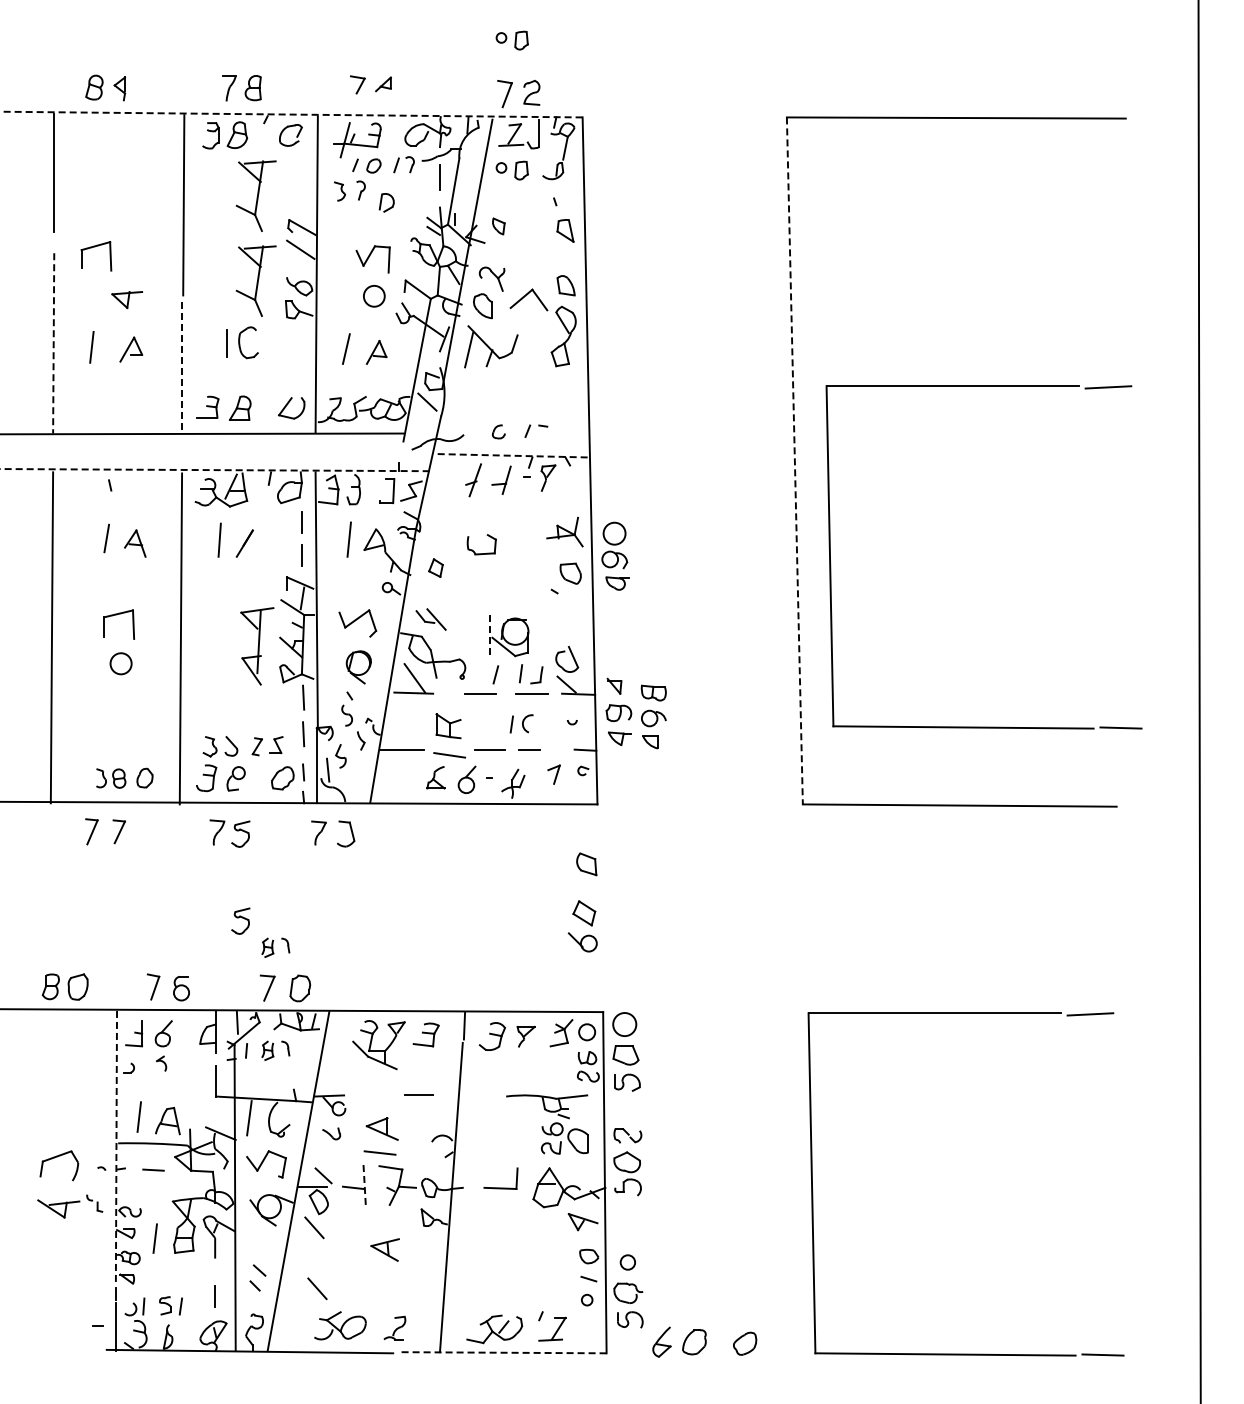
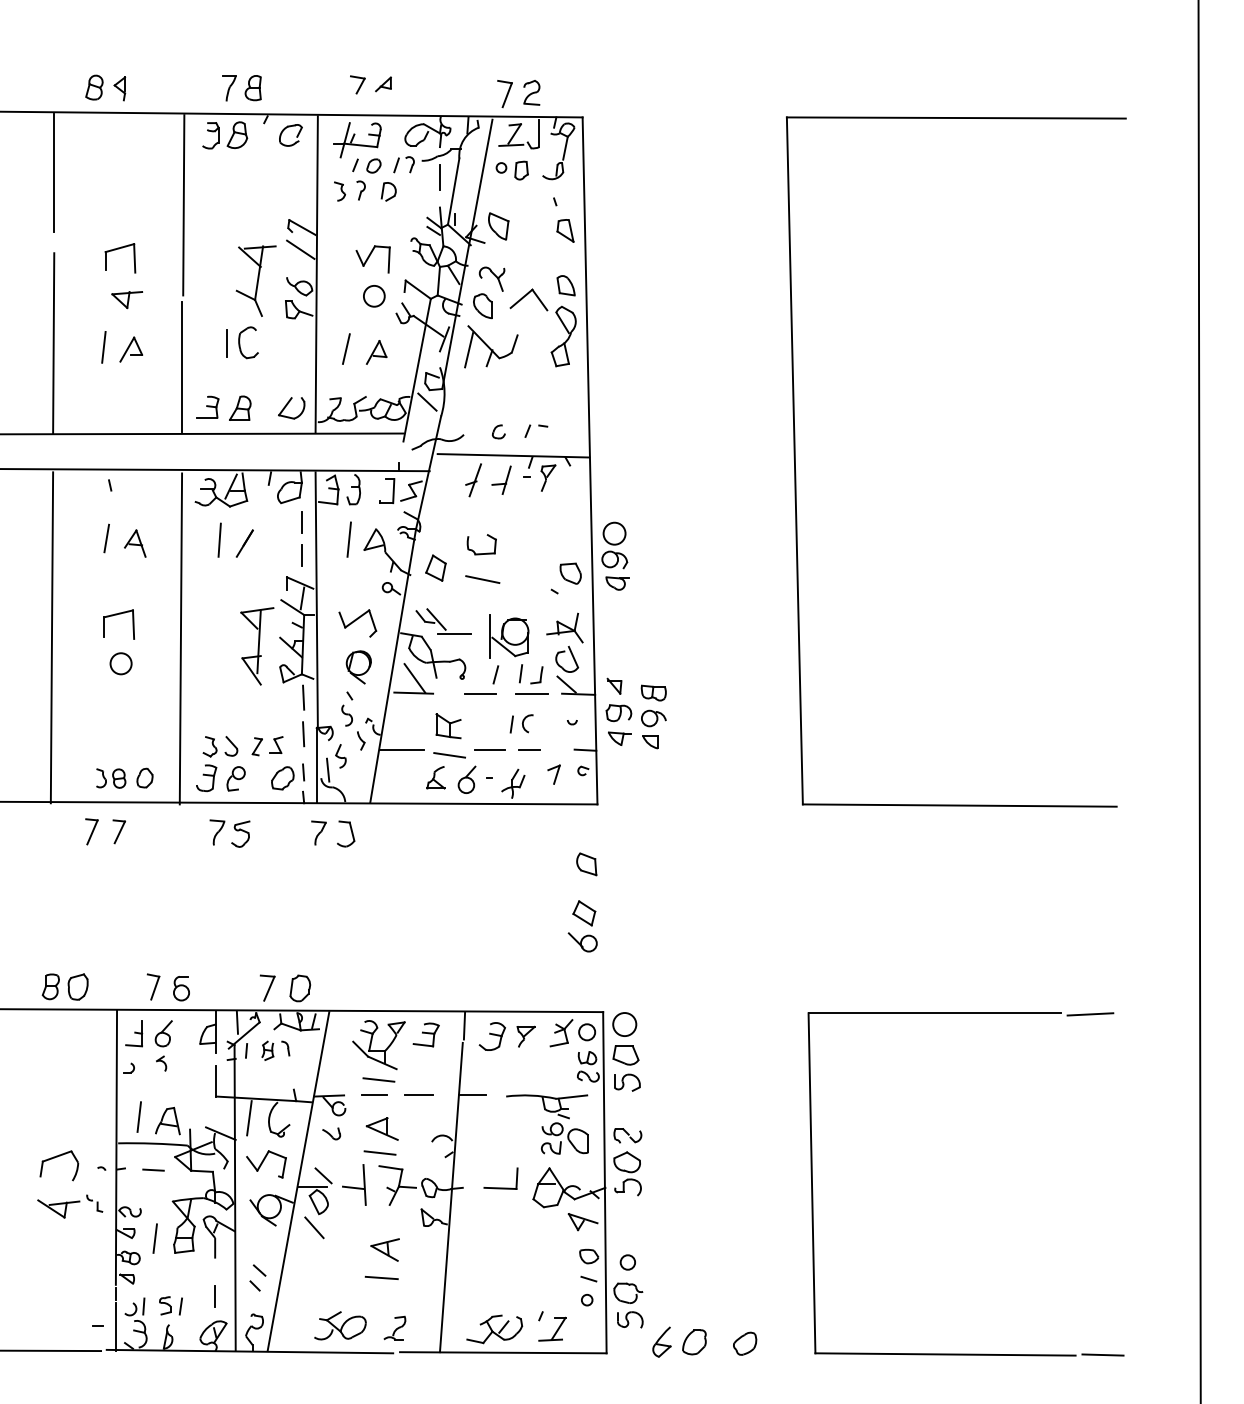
part at (511, 40): present -> none
line at (291, 114): dashed -> solid
part at (255, 195): present -> none
part at (386, 202) position: (386, 202) -> (388, 191)
part at (498, 226) size: 14x19 px -> 22x29 px
part at (95, 247) position: (95, 247) -> (119, 249)
line at (53, 343): dashed -> solid
line at (91, 347) position: (91, 347) -> (103, 347)
line at (182, 367): dashed -> solid
line at (513, 455): dashed -> solid
line at (794, 460): dashed -> solid
line at (214, 470): dashed -> solid
part at (564, 531) position: (564, 531) -> (564, 627)
part at (831, 564): present -> none
part at (435, 567) size: 16x20 px -> 22x28 px
line at (482, 579): none -> present
line at (453, 634): none -> present
line at (490, 636): dashed -> solid
part at (240, 920): present -> none
part at (275, 947): present -> none
line at (378, 1079): none -> present
line at (374, 1095): none -> present
line at (472, 1095): none -> present
line at (116, 1147): dashed -> solid
line at (364, 1185): dashed -> solid
line at (381, 1277): none -> present
line at (317, 1288): present -> none
line at (51, 1350): none -> present
line at (502, 1352): dashed -> solid
